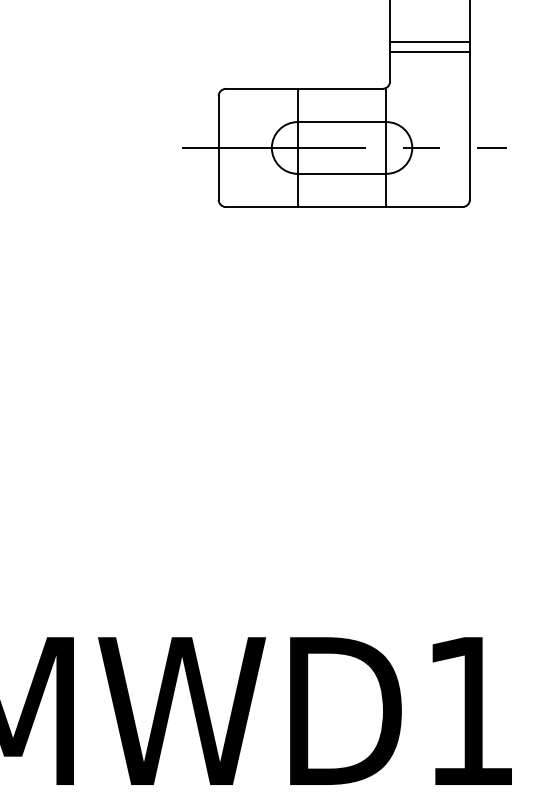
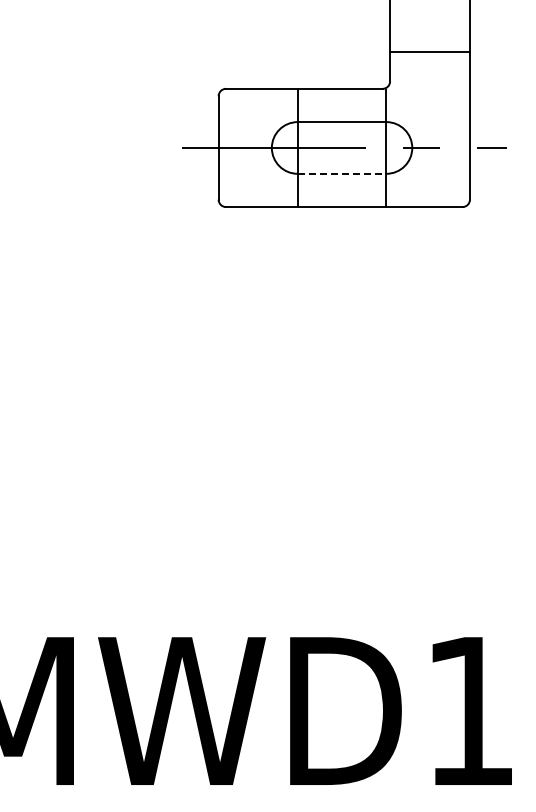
line at (429, 41): present -> none
line at (342, 173): solid -> dashed
